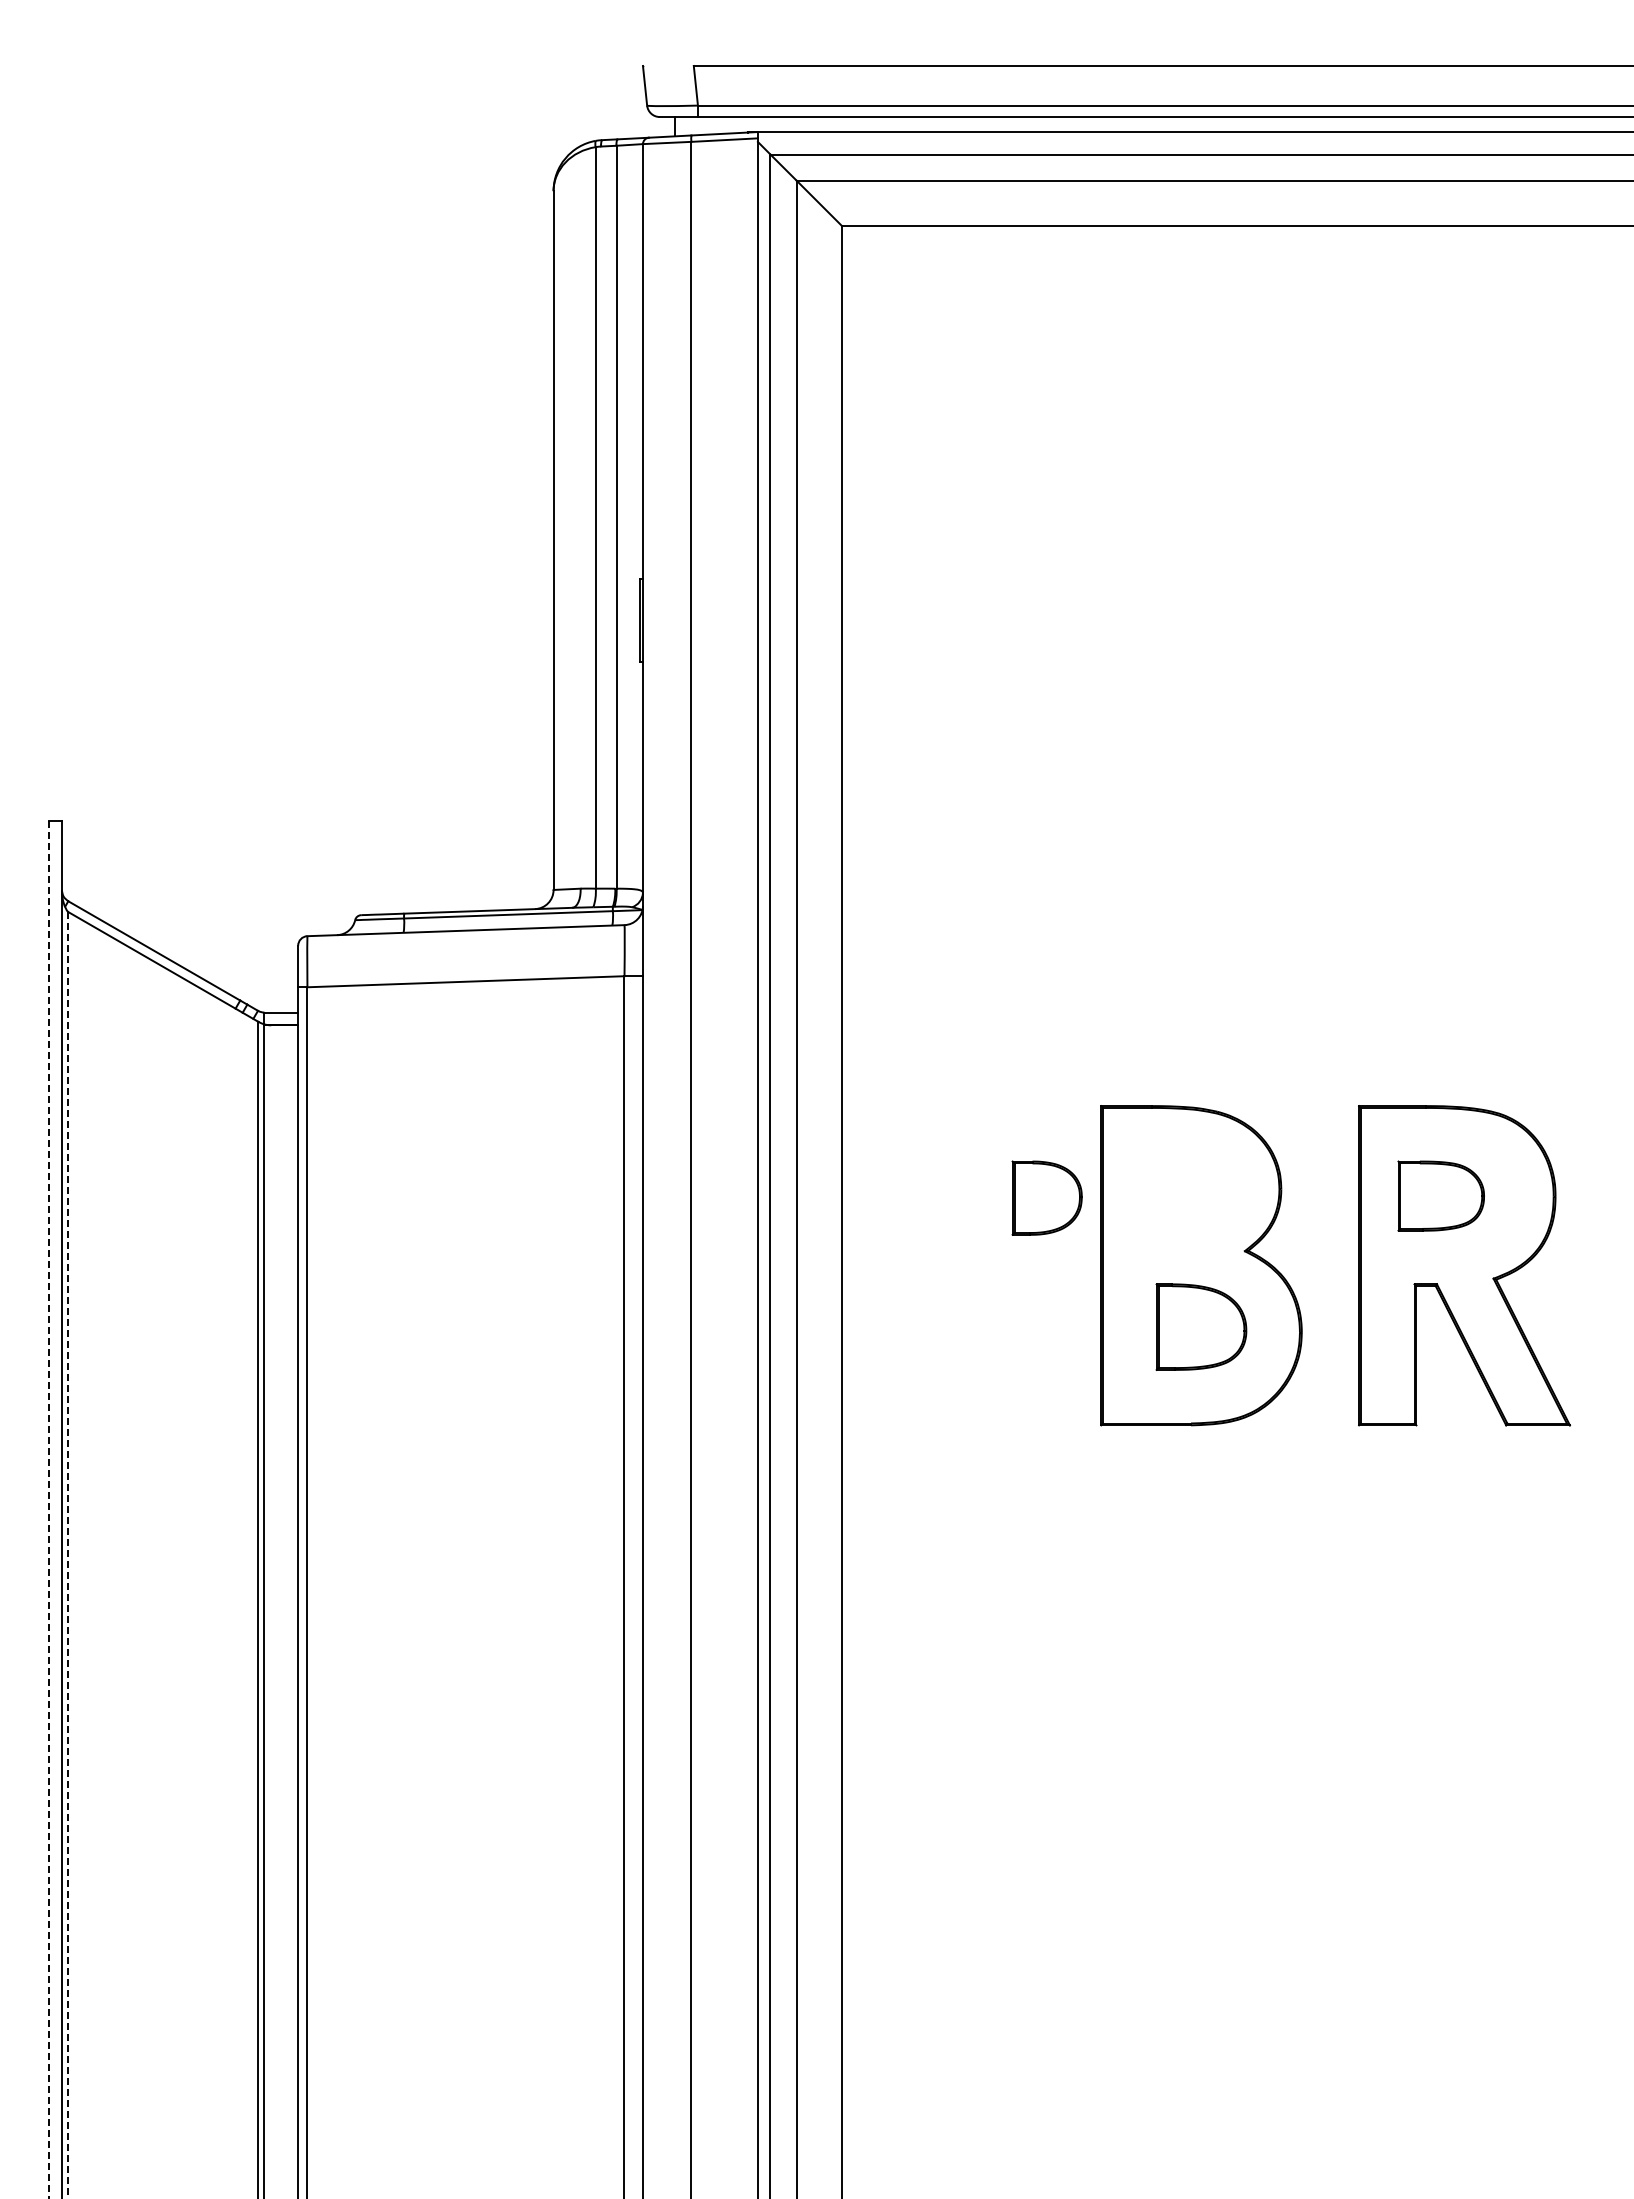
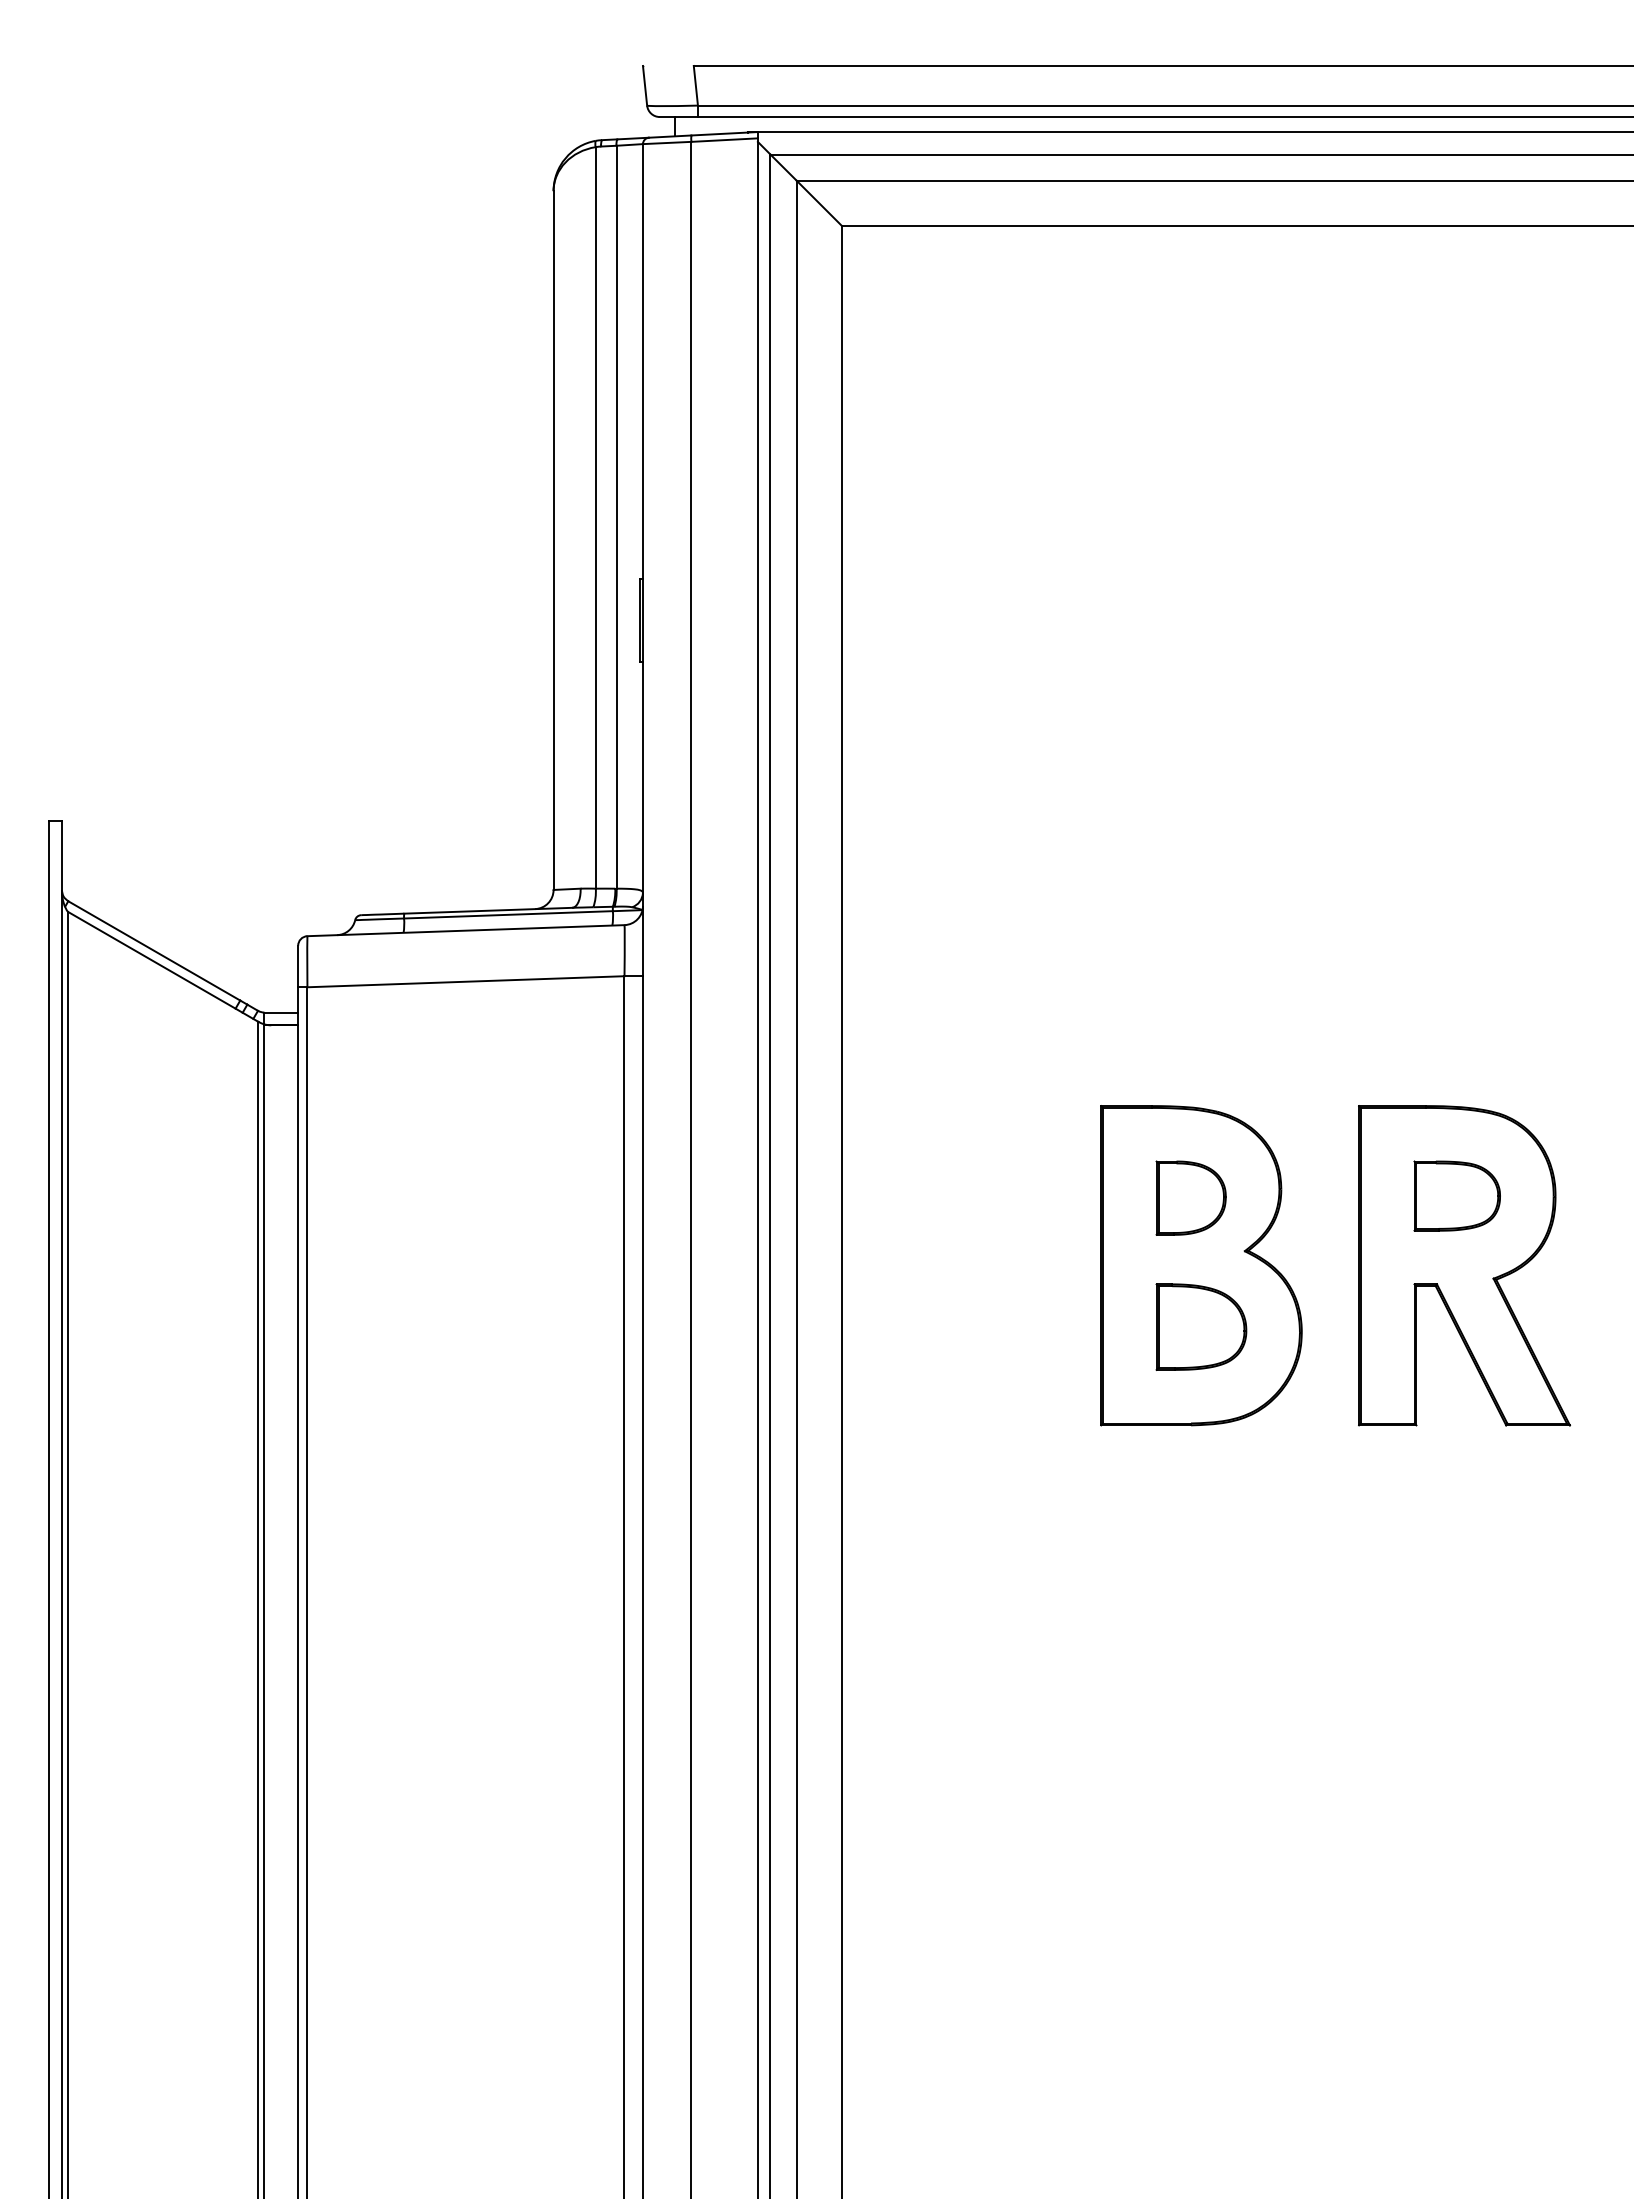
part at (1440, 1195) position: (1440, 1195) -> (1456, 1195)
part at (1046, 1197) position: (1046, 1197) -> (1190, 1197)
line at (49, 1509): dashed -> solid
line at (68, 1555): dashed -> solid
